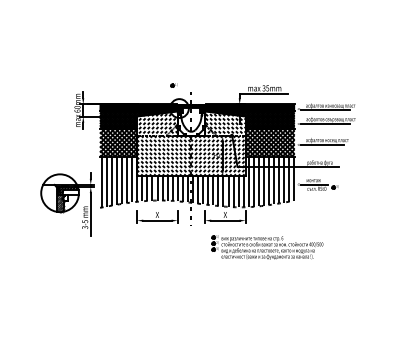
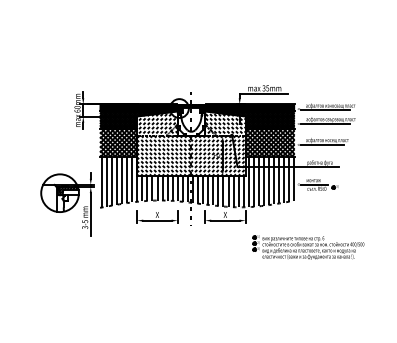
part at (173, 85): present -> none
hatch at (59, 200): present -> none
part at (267, 247) position: (267, 247) -> (308, 247)
